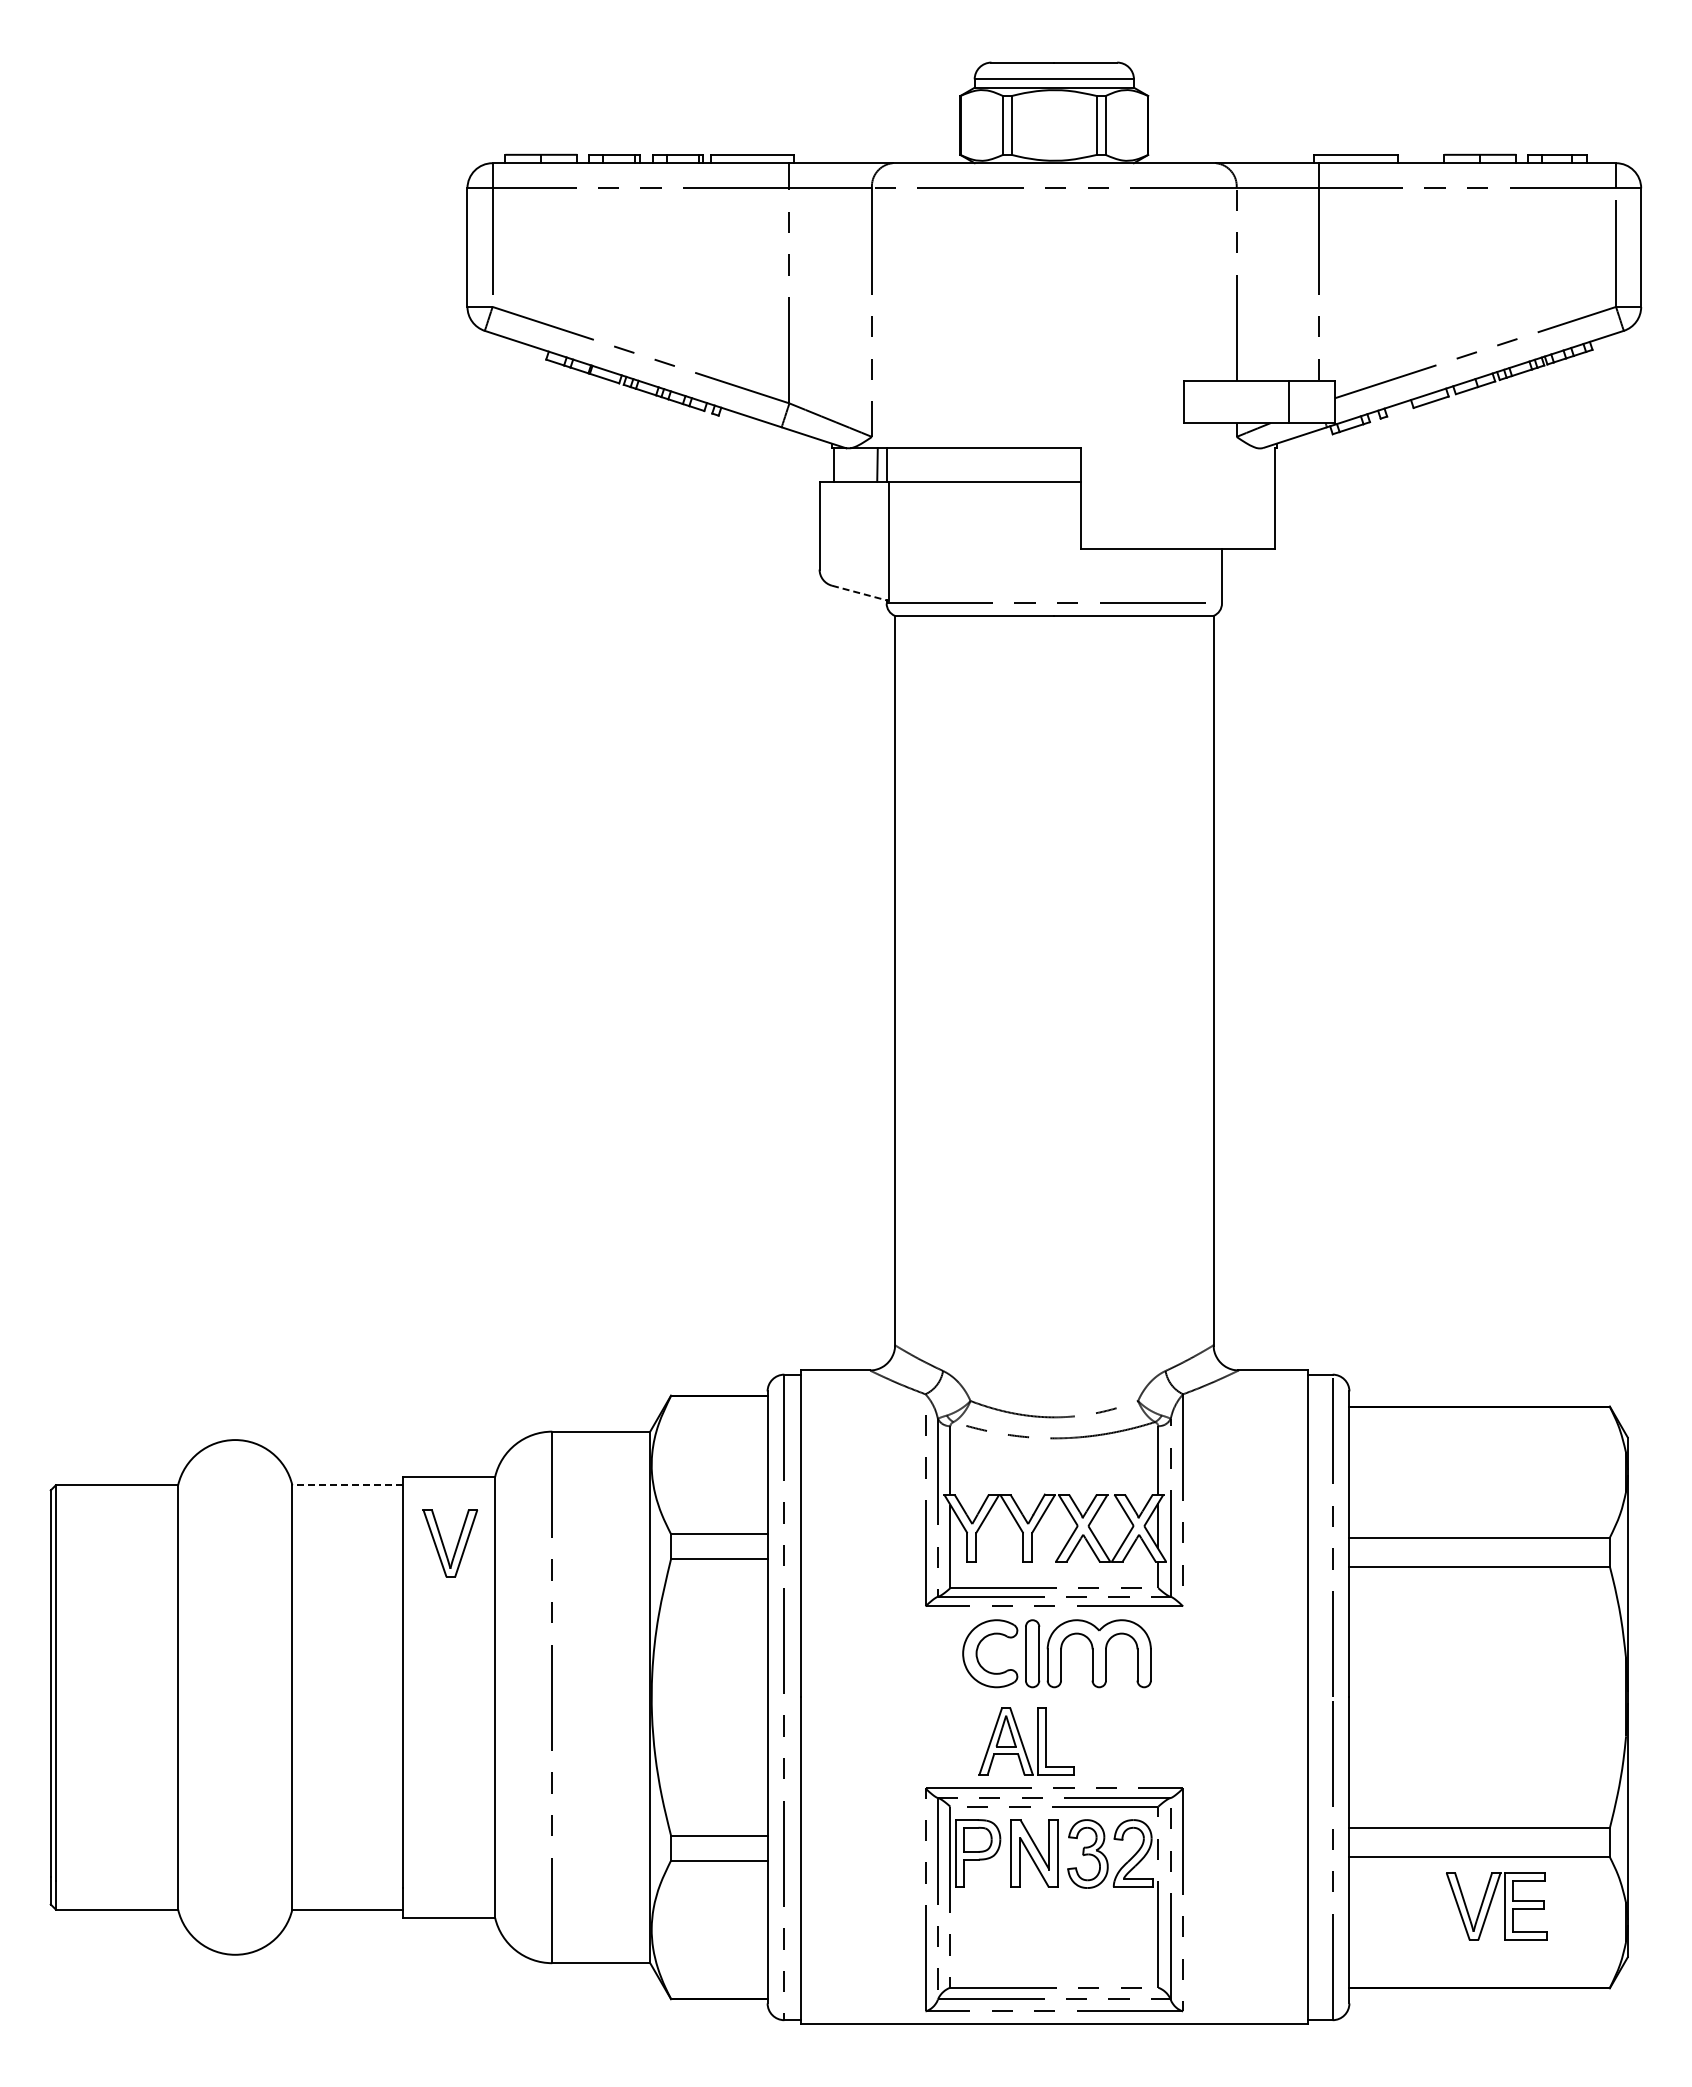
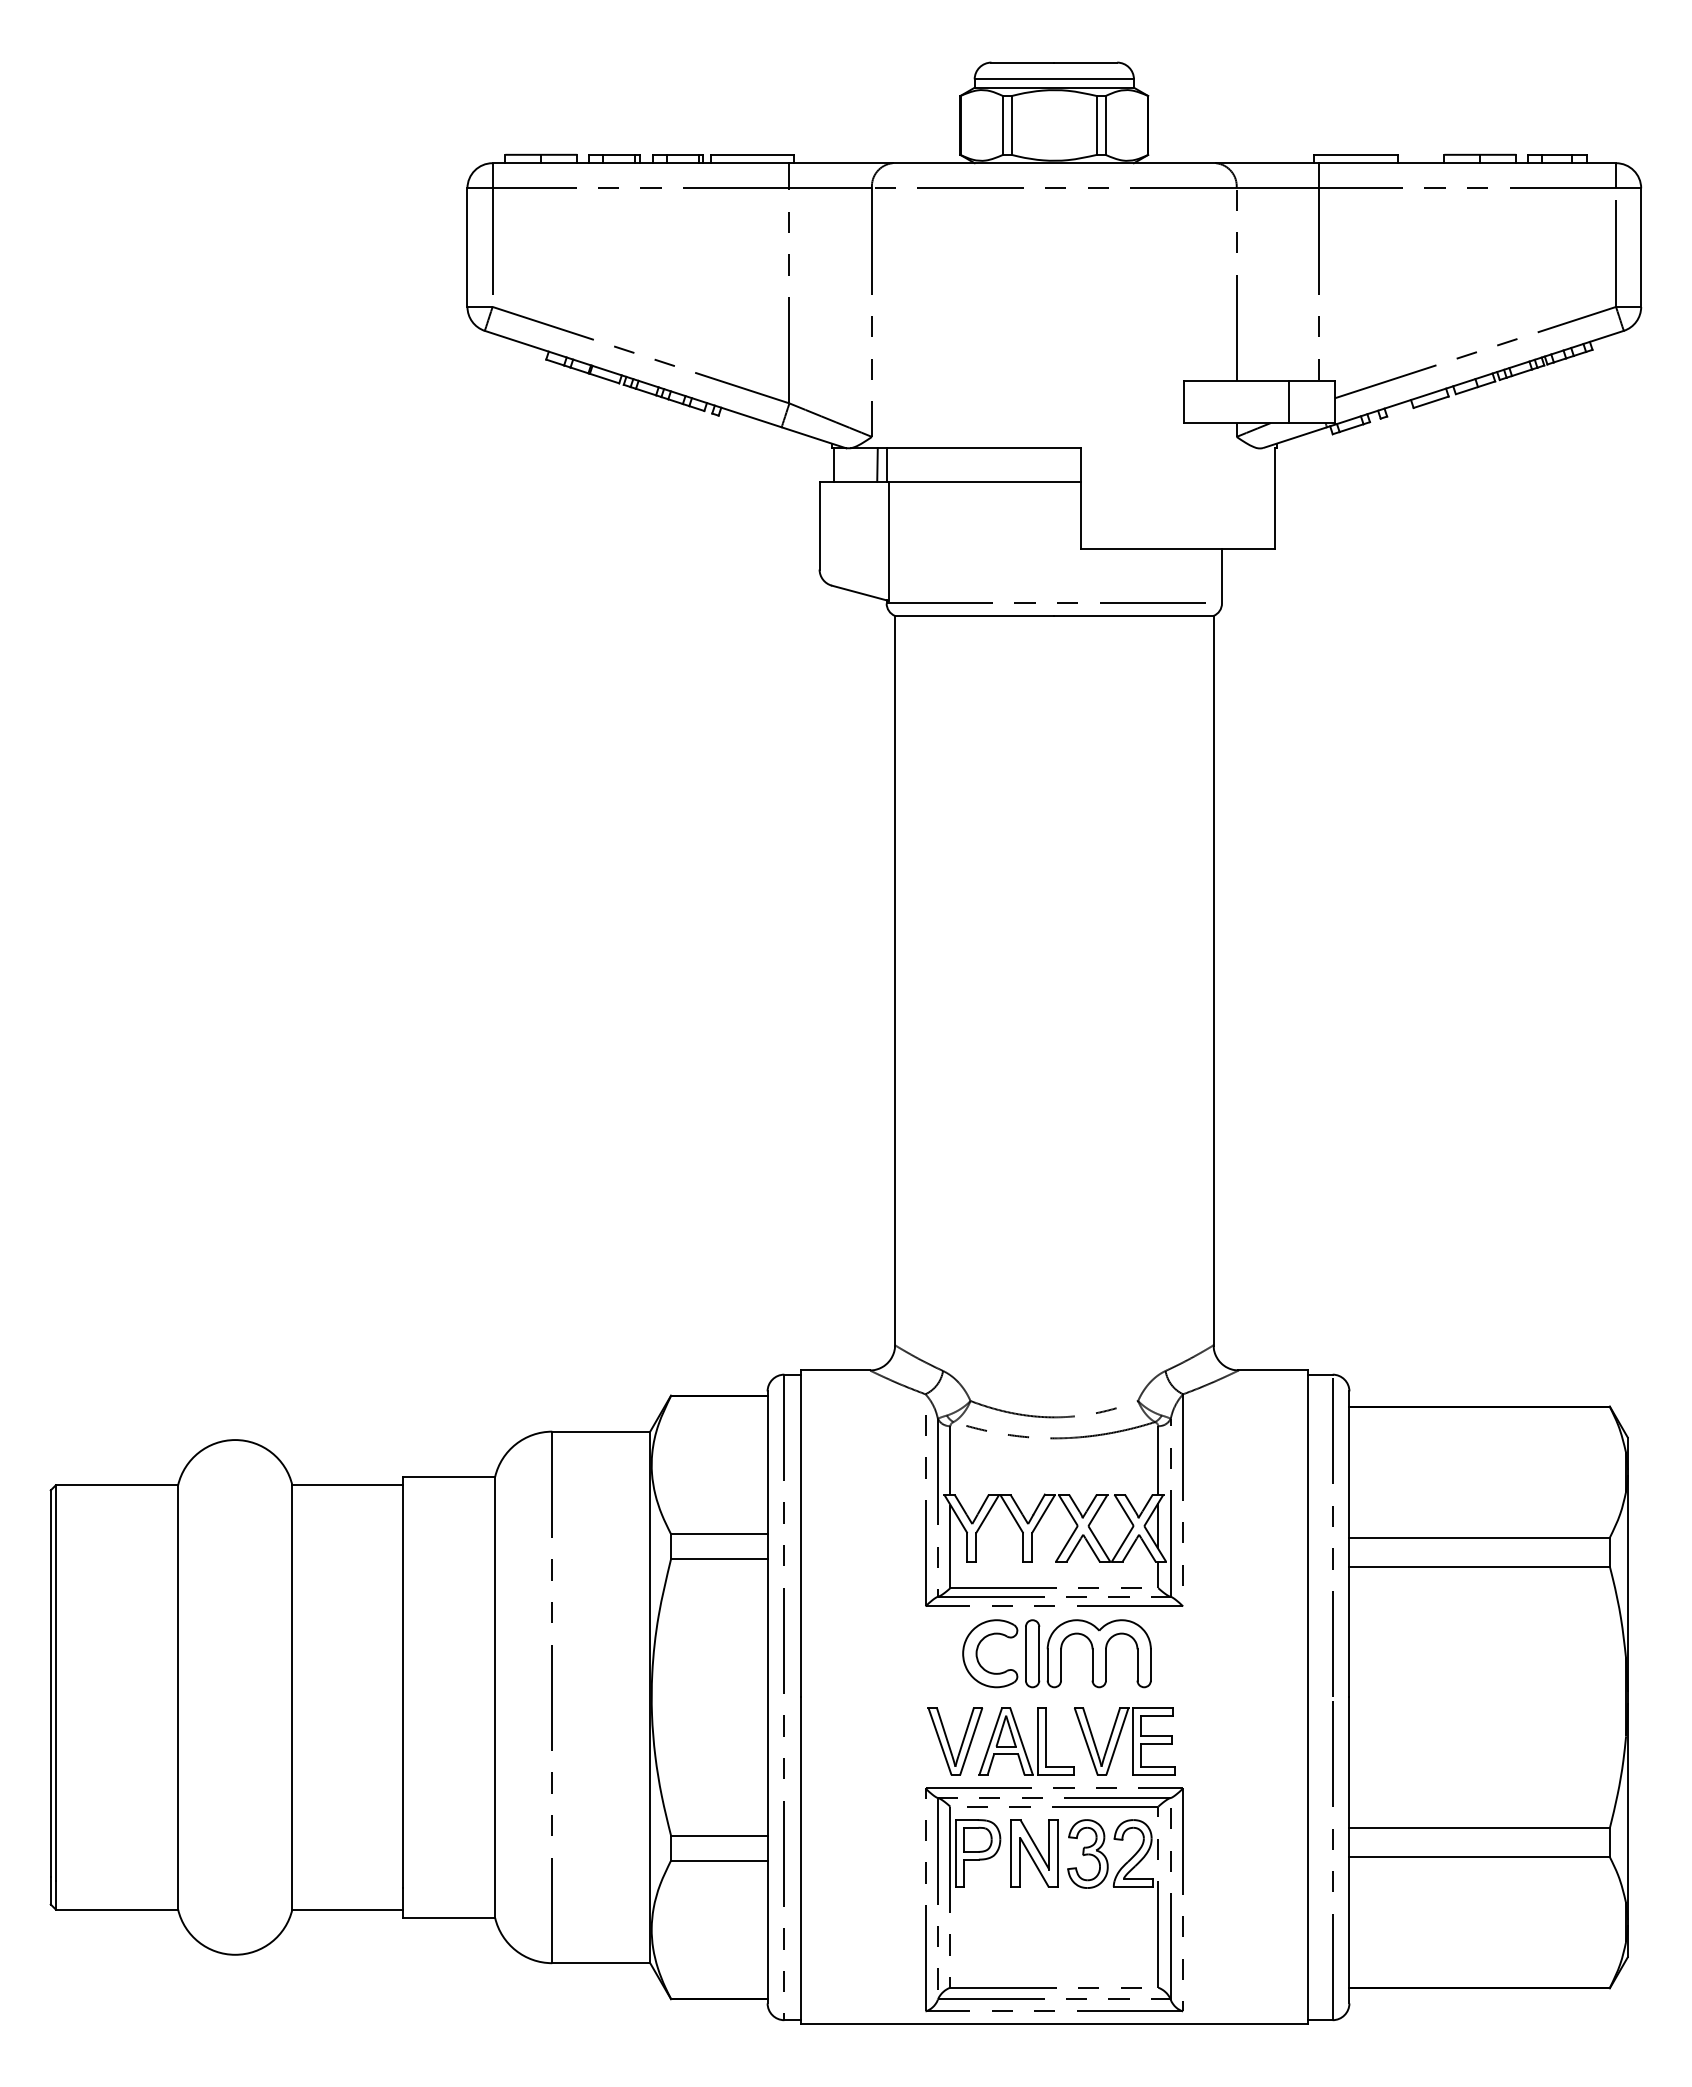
line at (860, 593): dashed -> solid
line at (347, 1485): dashed -> solid
part at (456, 1544) position: (456, 1544) -> (961, 1742)
part at (1496, 1906) position: (1496, 1906) -> (1124, 1741)
